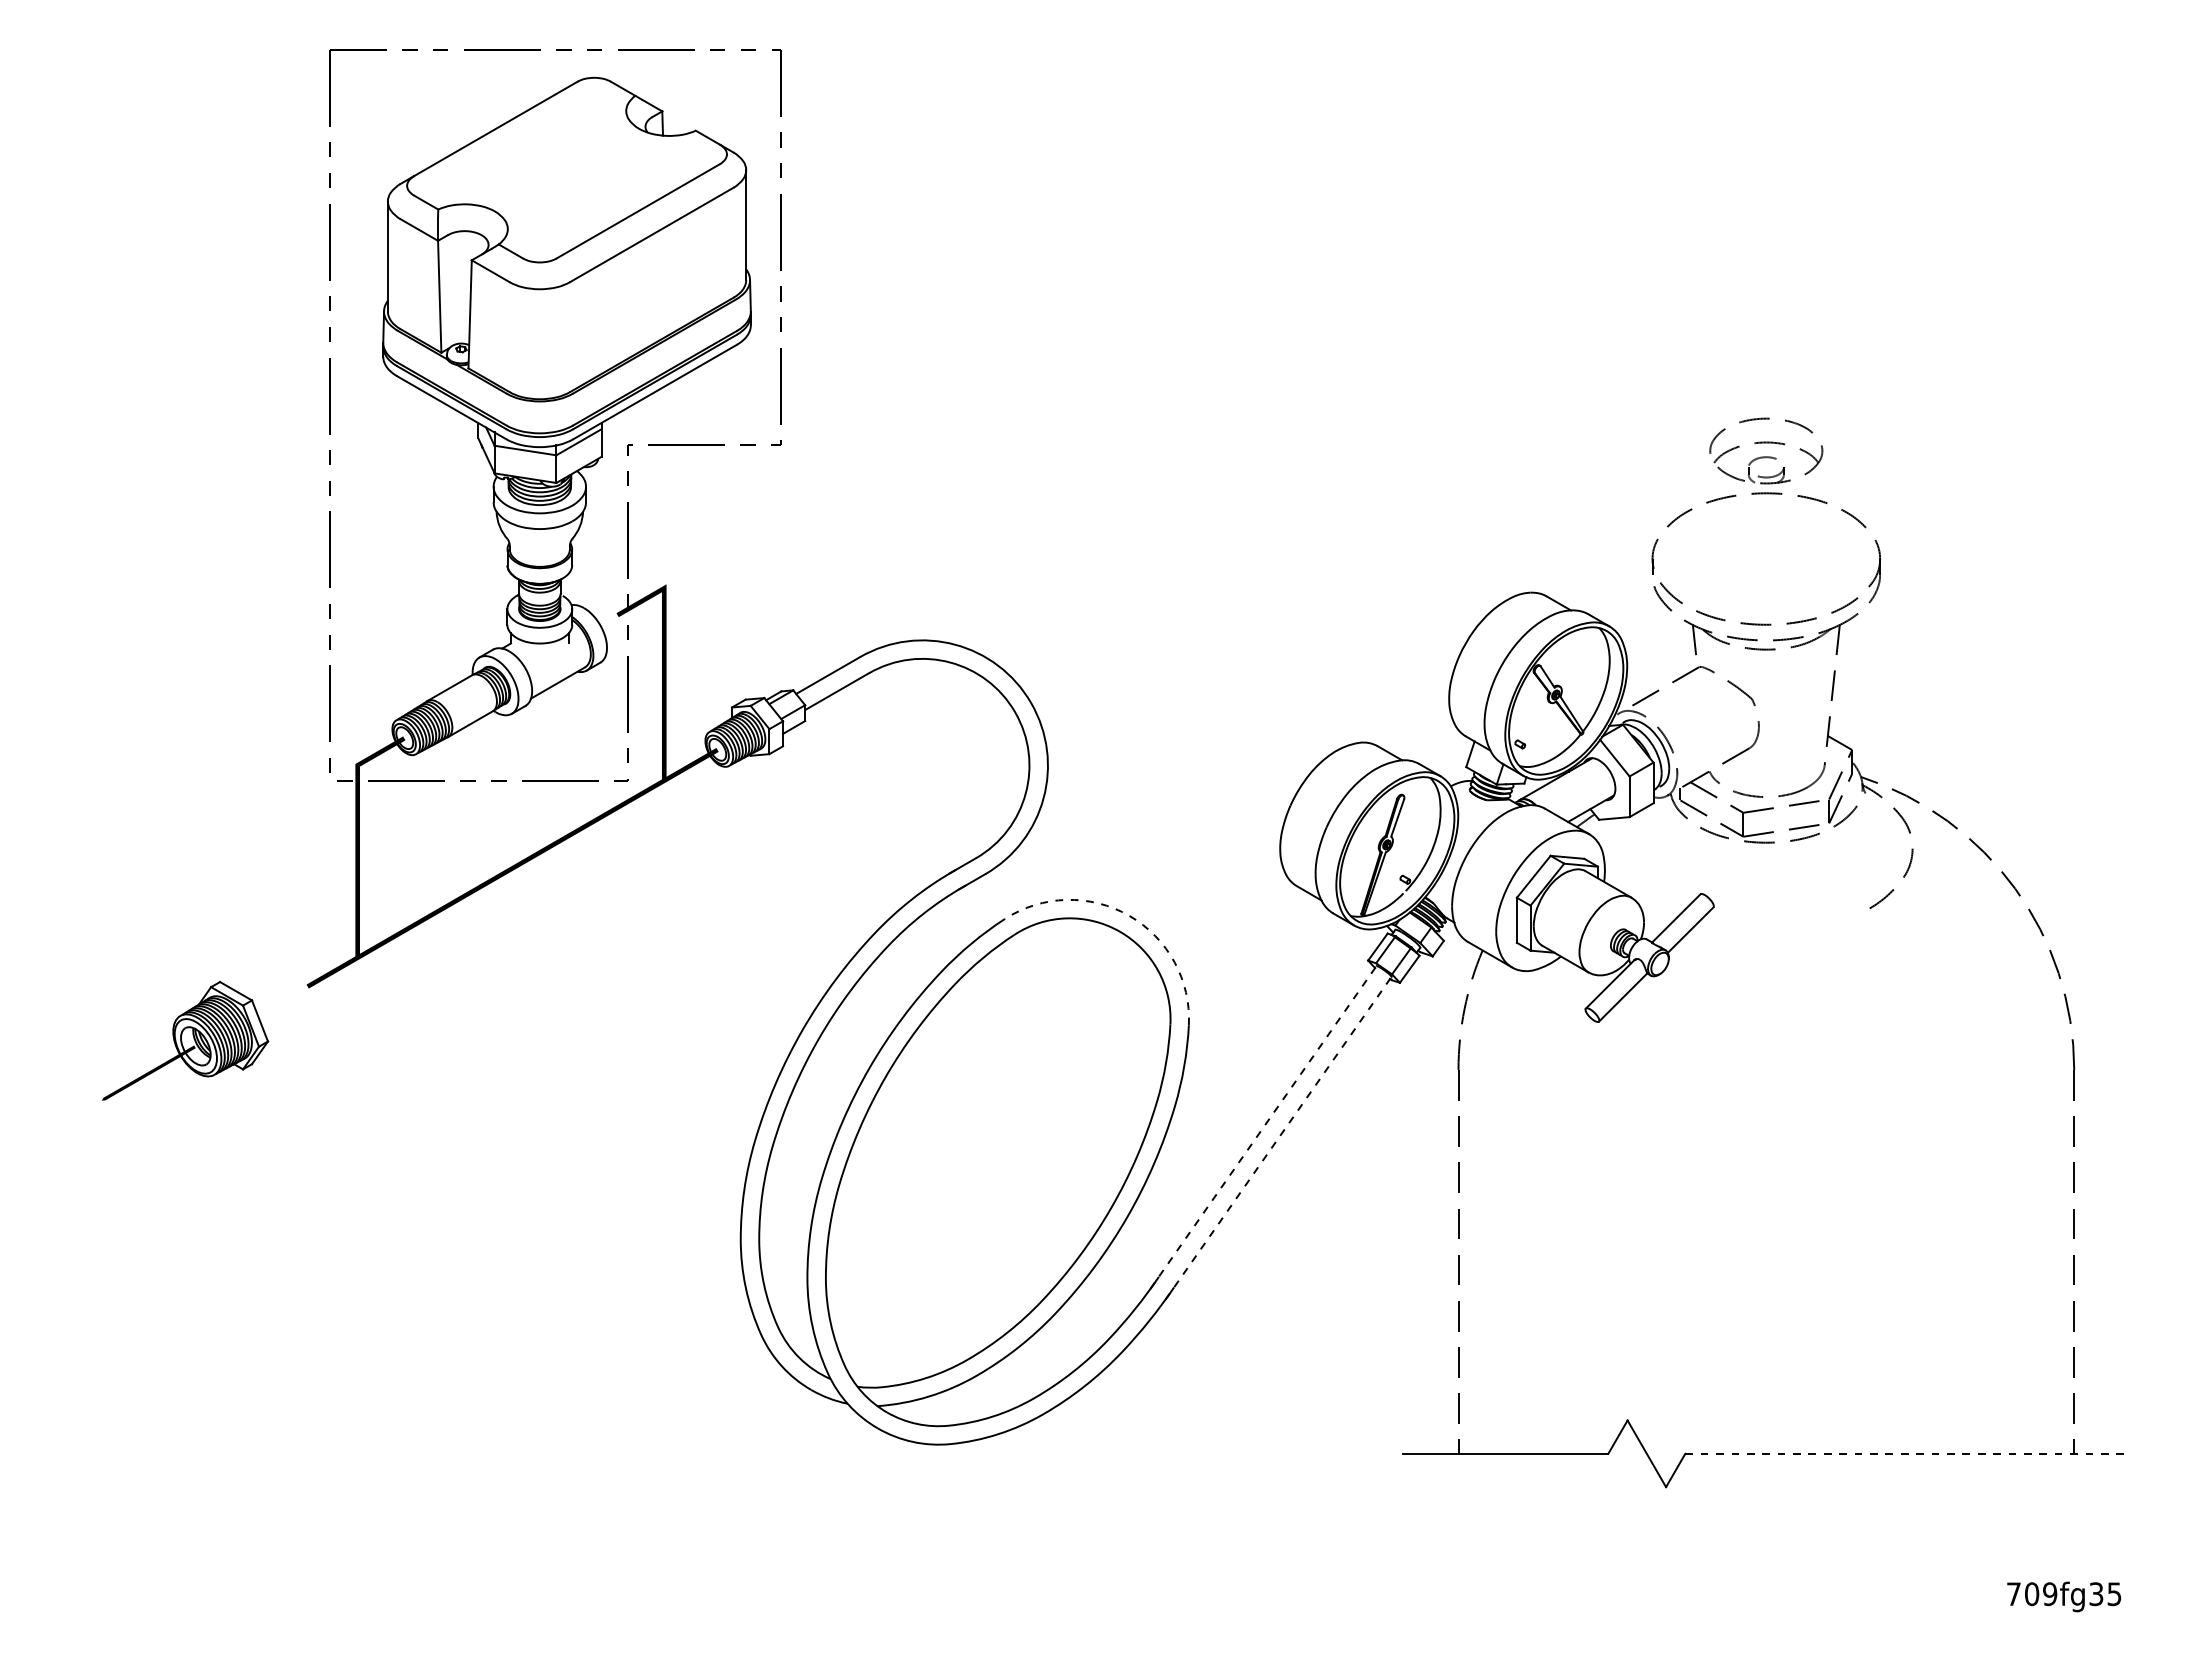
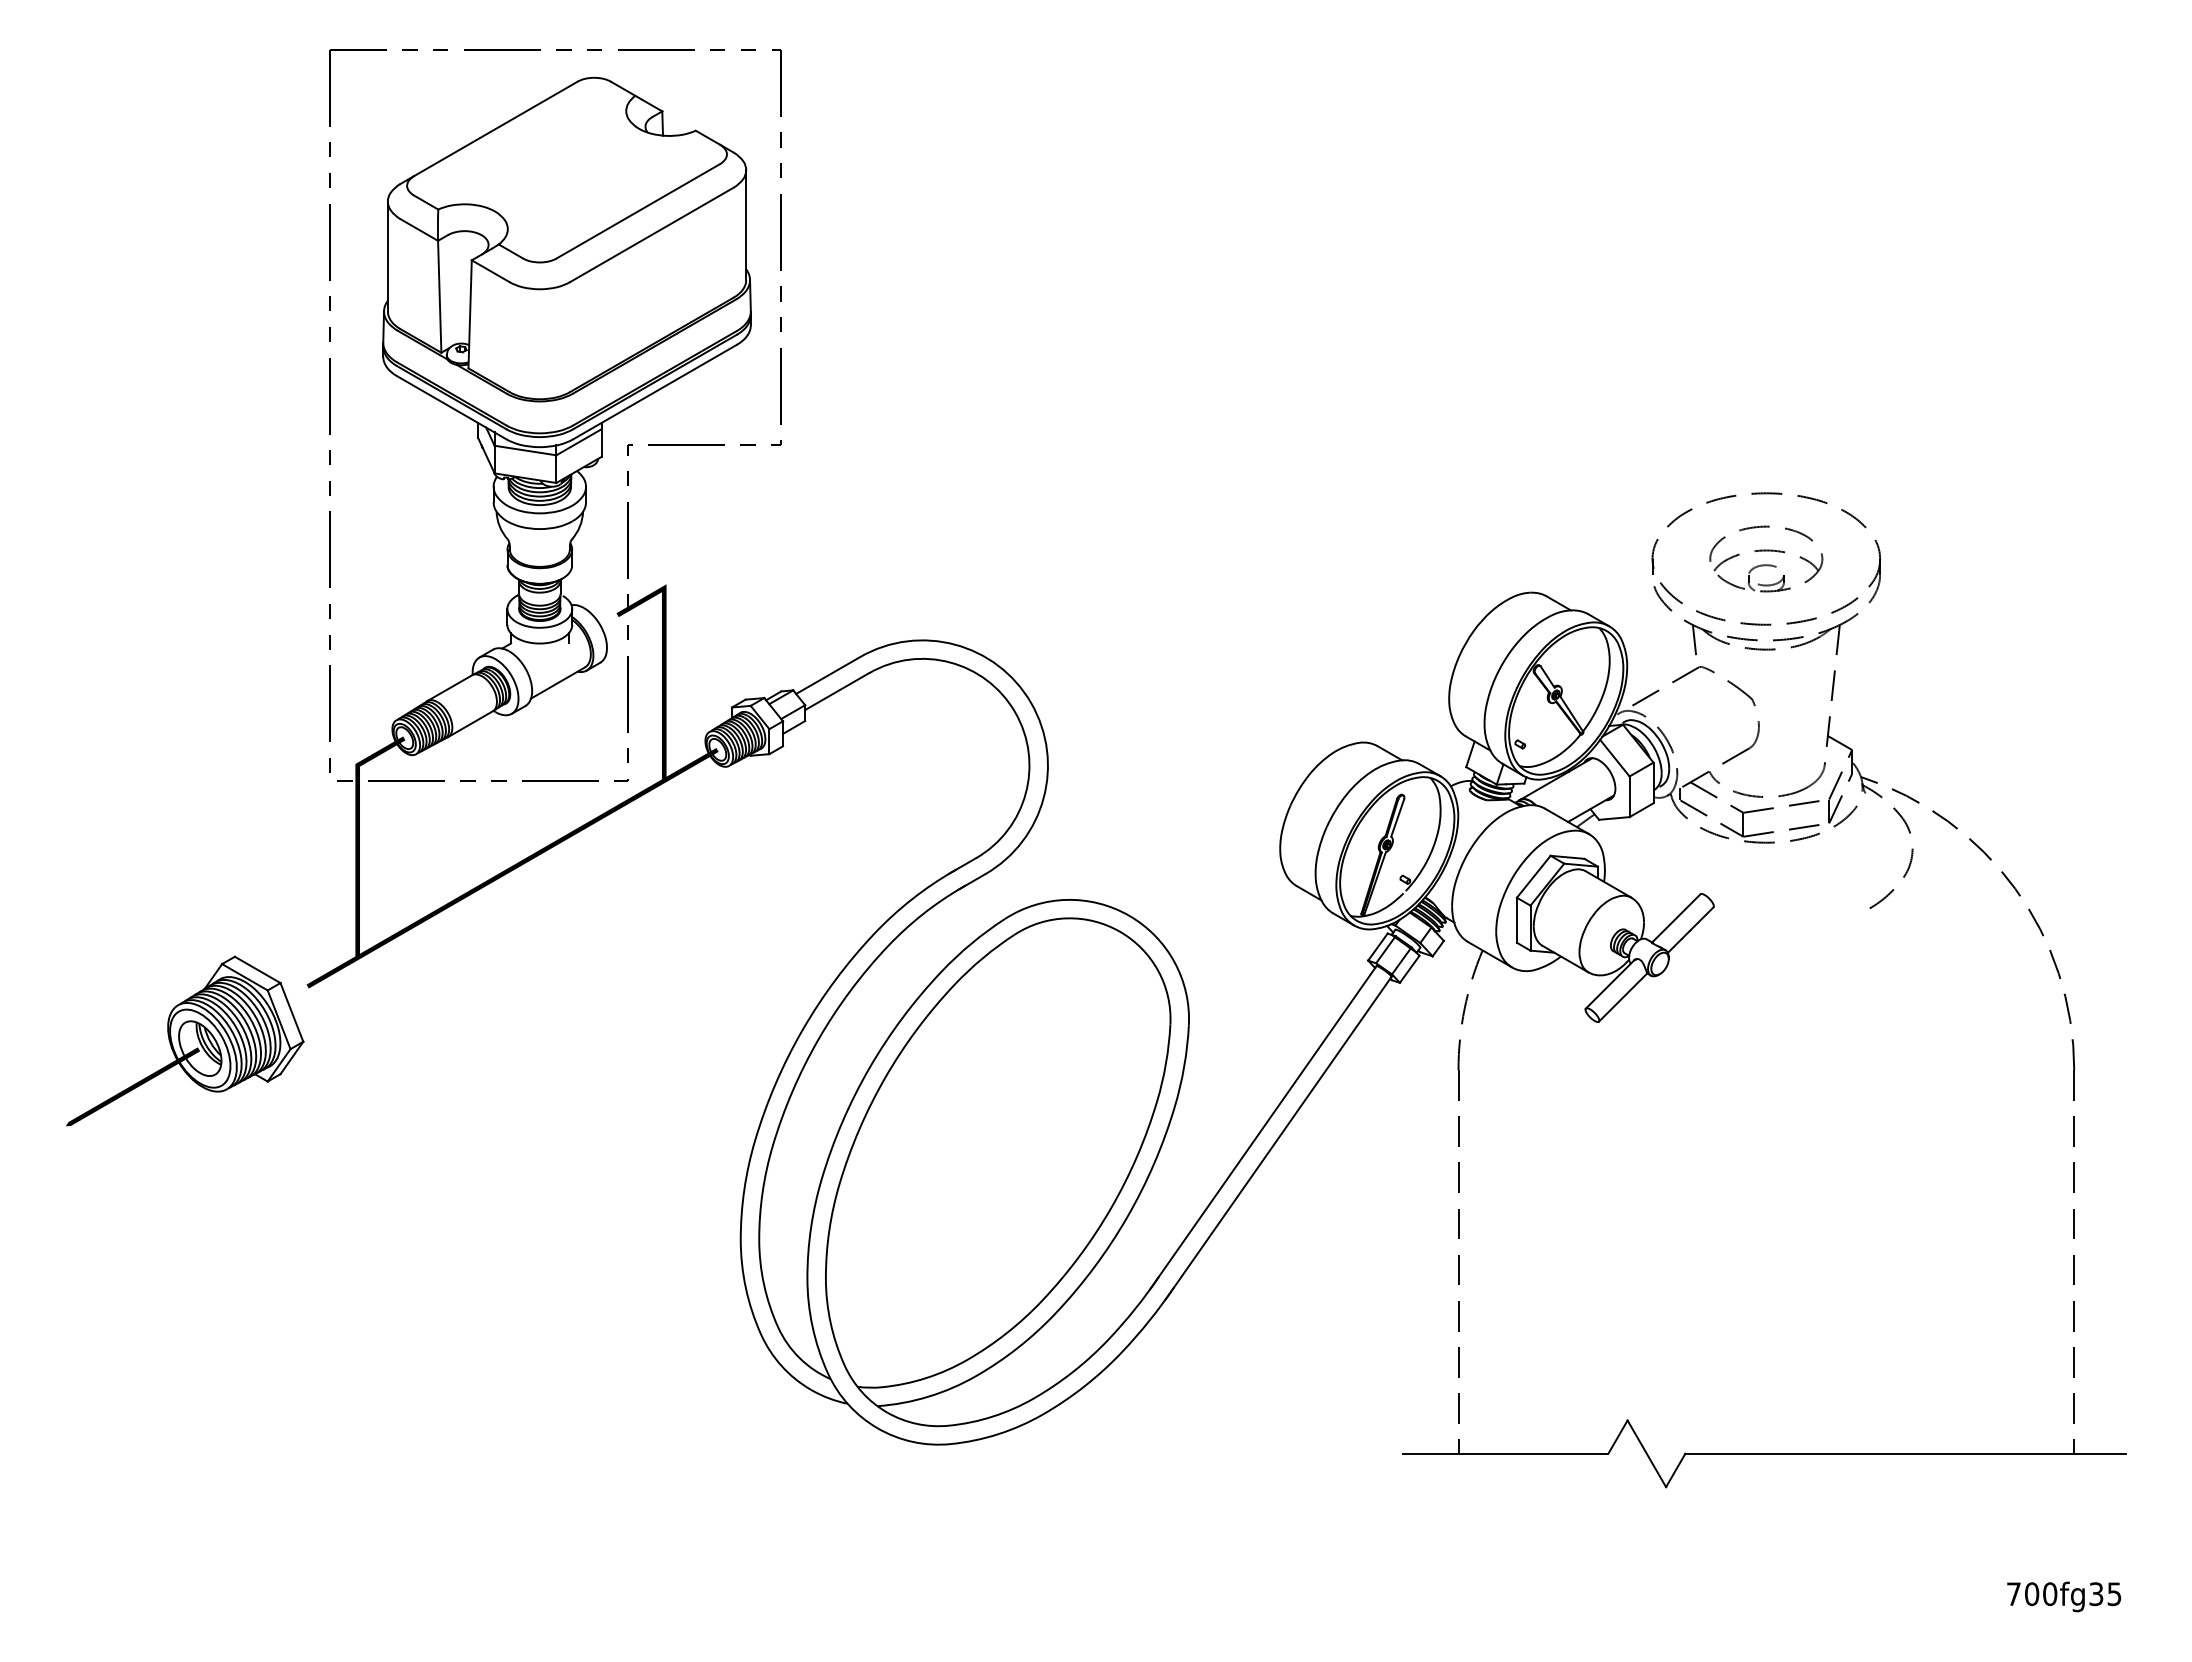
part at (1766, 450) position: (1766, 450) -> (1766, 558)
arc at (1129, 915): dashed -> solid
part at (185, 1040) size: 168x120 px -> 239x172 px
line at (1263, 1127): dashed -> solid
line at (1278, 1137): dashed -> solid
line at (1906, 1453): dashed -> solid
text at (2050, 1594): 709fg35 -> 700fg35
